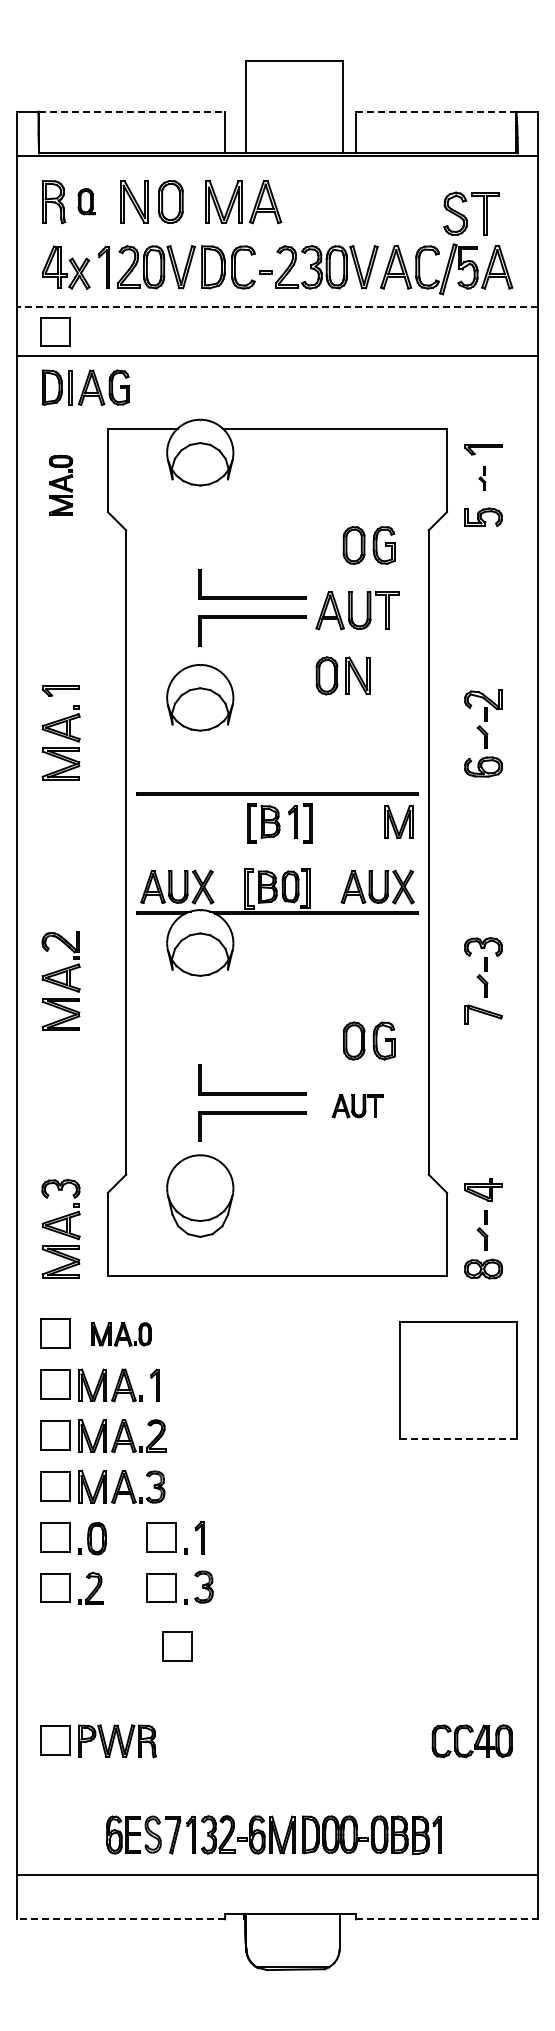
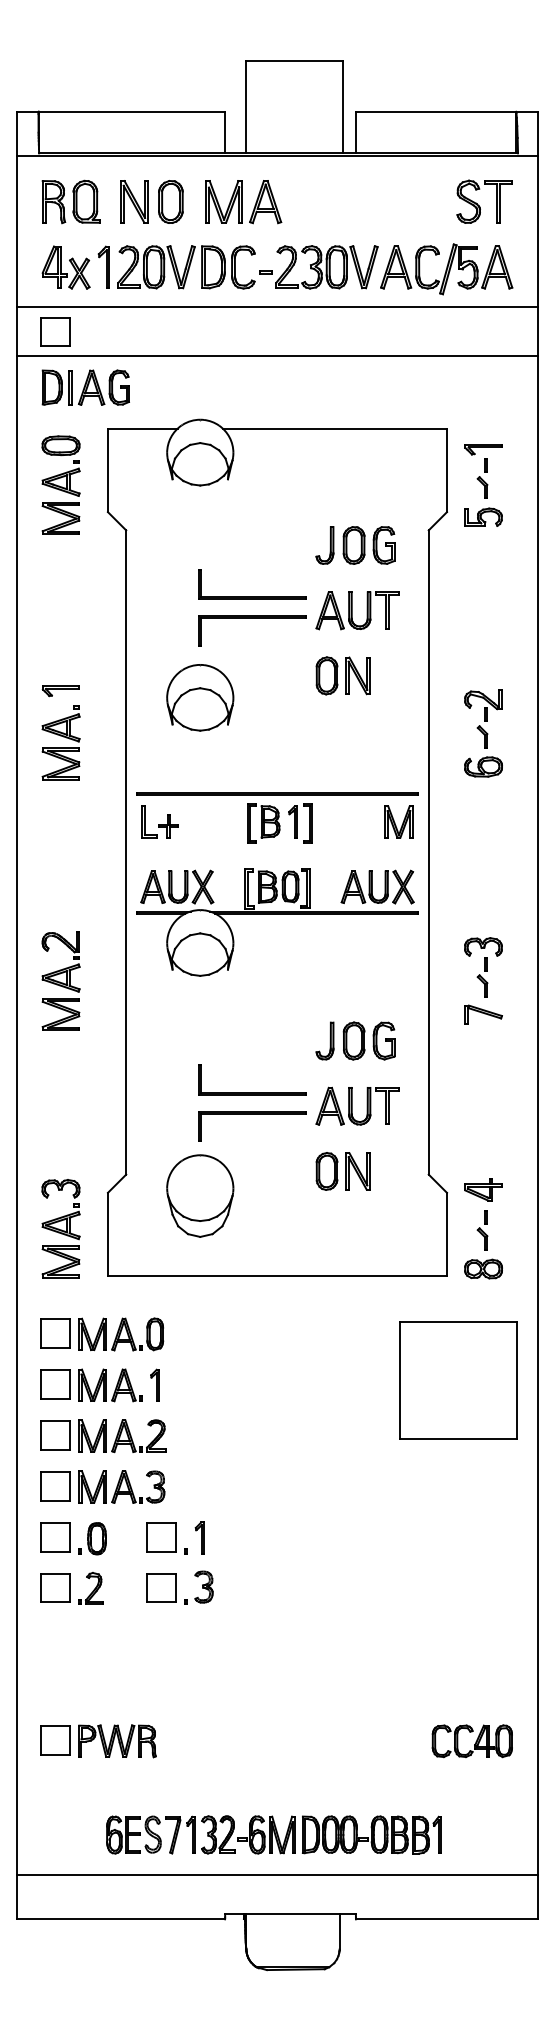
line at (132, 111): dashed -> solid
line at (436, 111): dashed -> solid
part at (86, 201) size: 19x28 px -> 29x45 px
part at (466, 217) position: (466, 217) -> (479, 205)
line at (277, 306): dashed -> solid
part at (482, 478) size: 9x25 px -> 13x41 px
part at (61, 484) size: 25x62 px -> 40x100 px
part at (324, 545): none -> present
part at (159, 821): none -> present
part at (324, 1040): none -> present
part at (357, 1106) size: 53x25 px -> 85x40 px
part at (342, 1171): none -> present
part at (121, 1334) size: 61x25 px -> 87x35 px
line at (458, 1439): dashed -> solid
part at (177, 1646): present -> none
line at (120, 1919): dashed -> solid
line at (447, 1919): dashed -> solid
